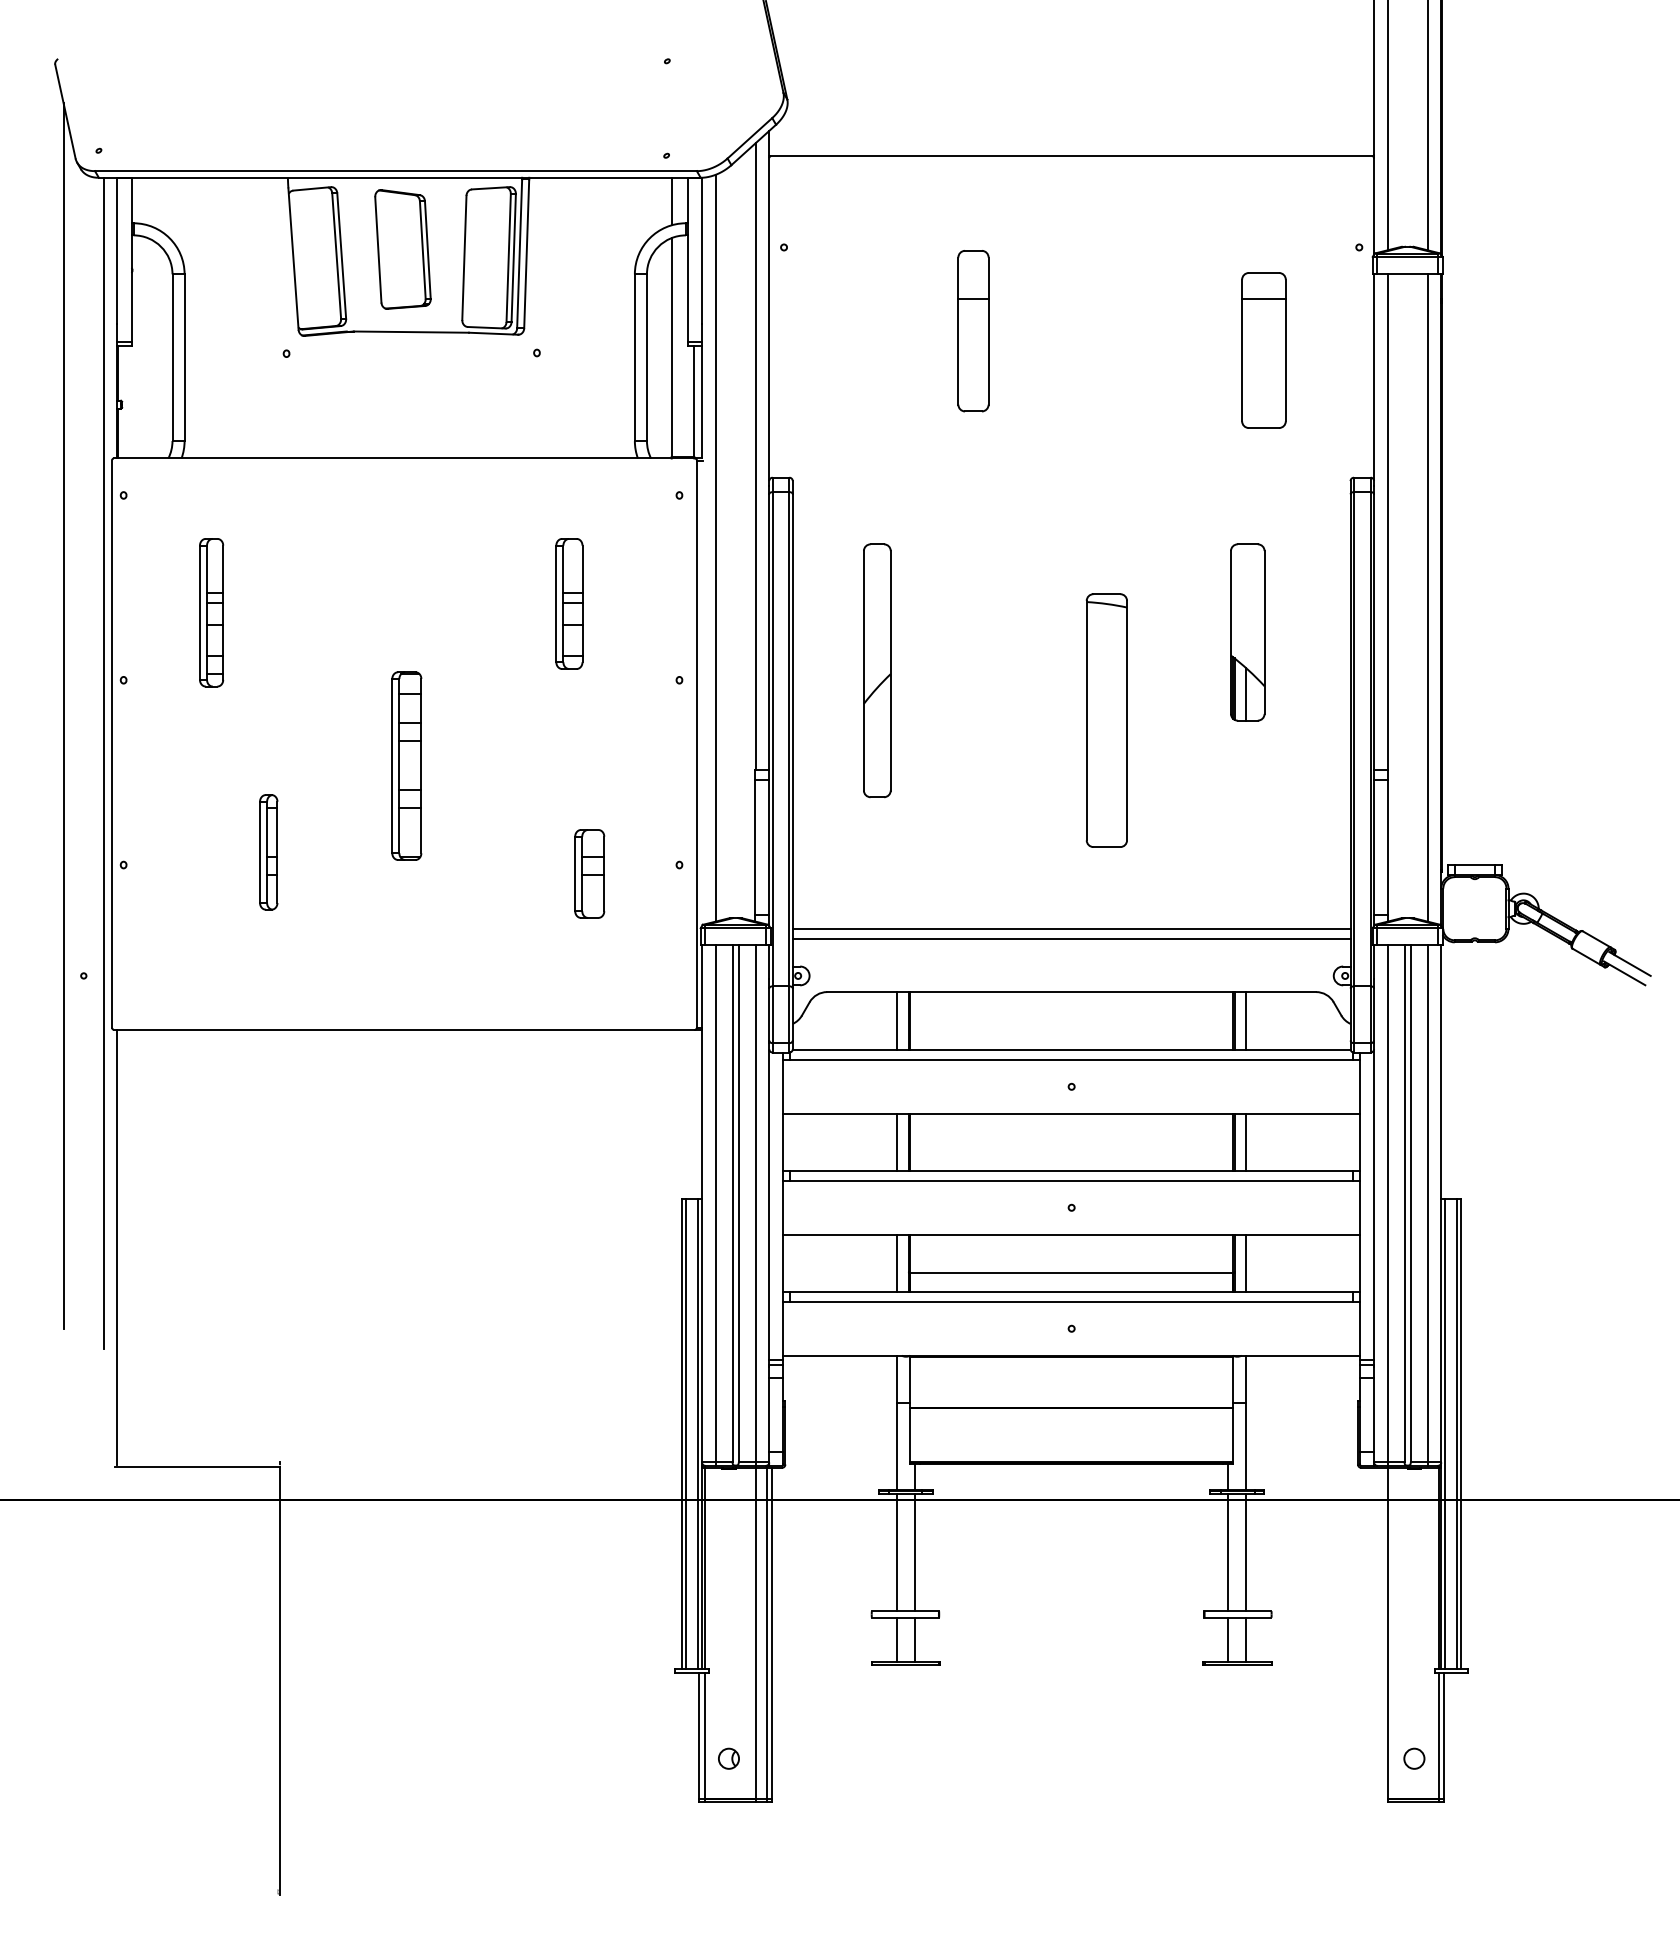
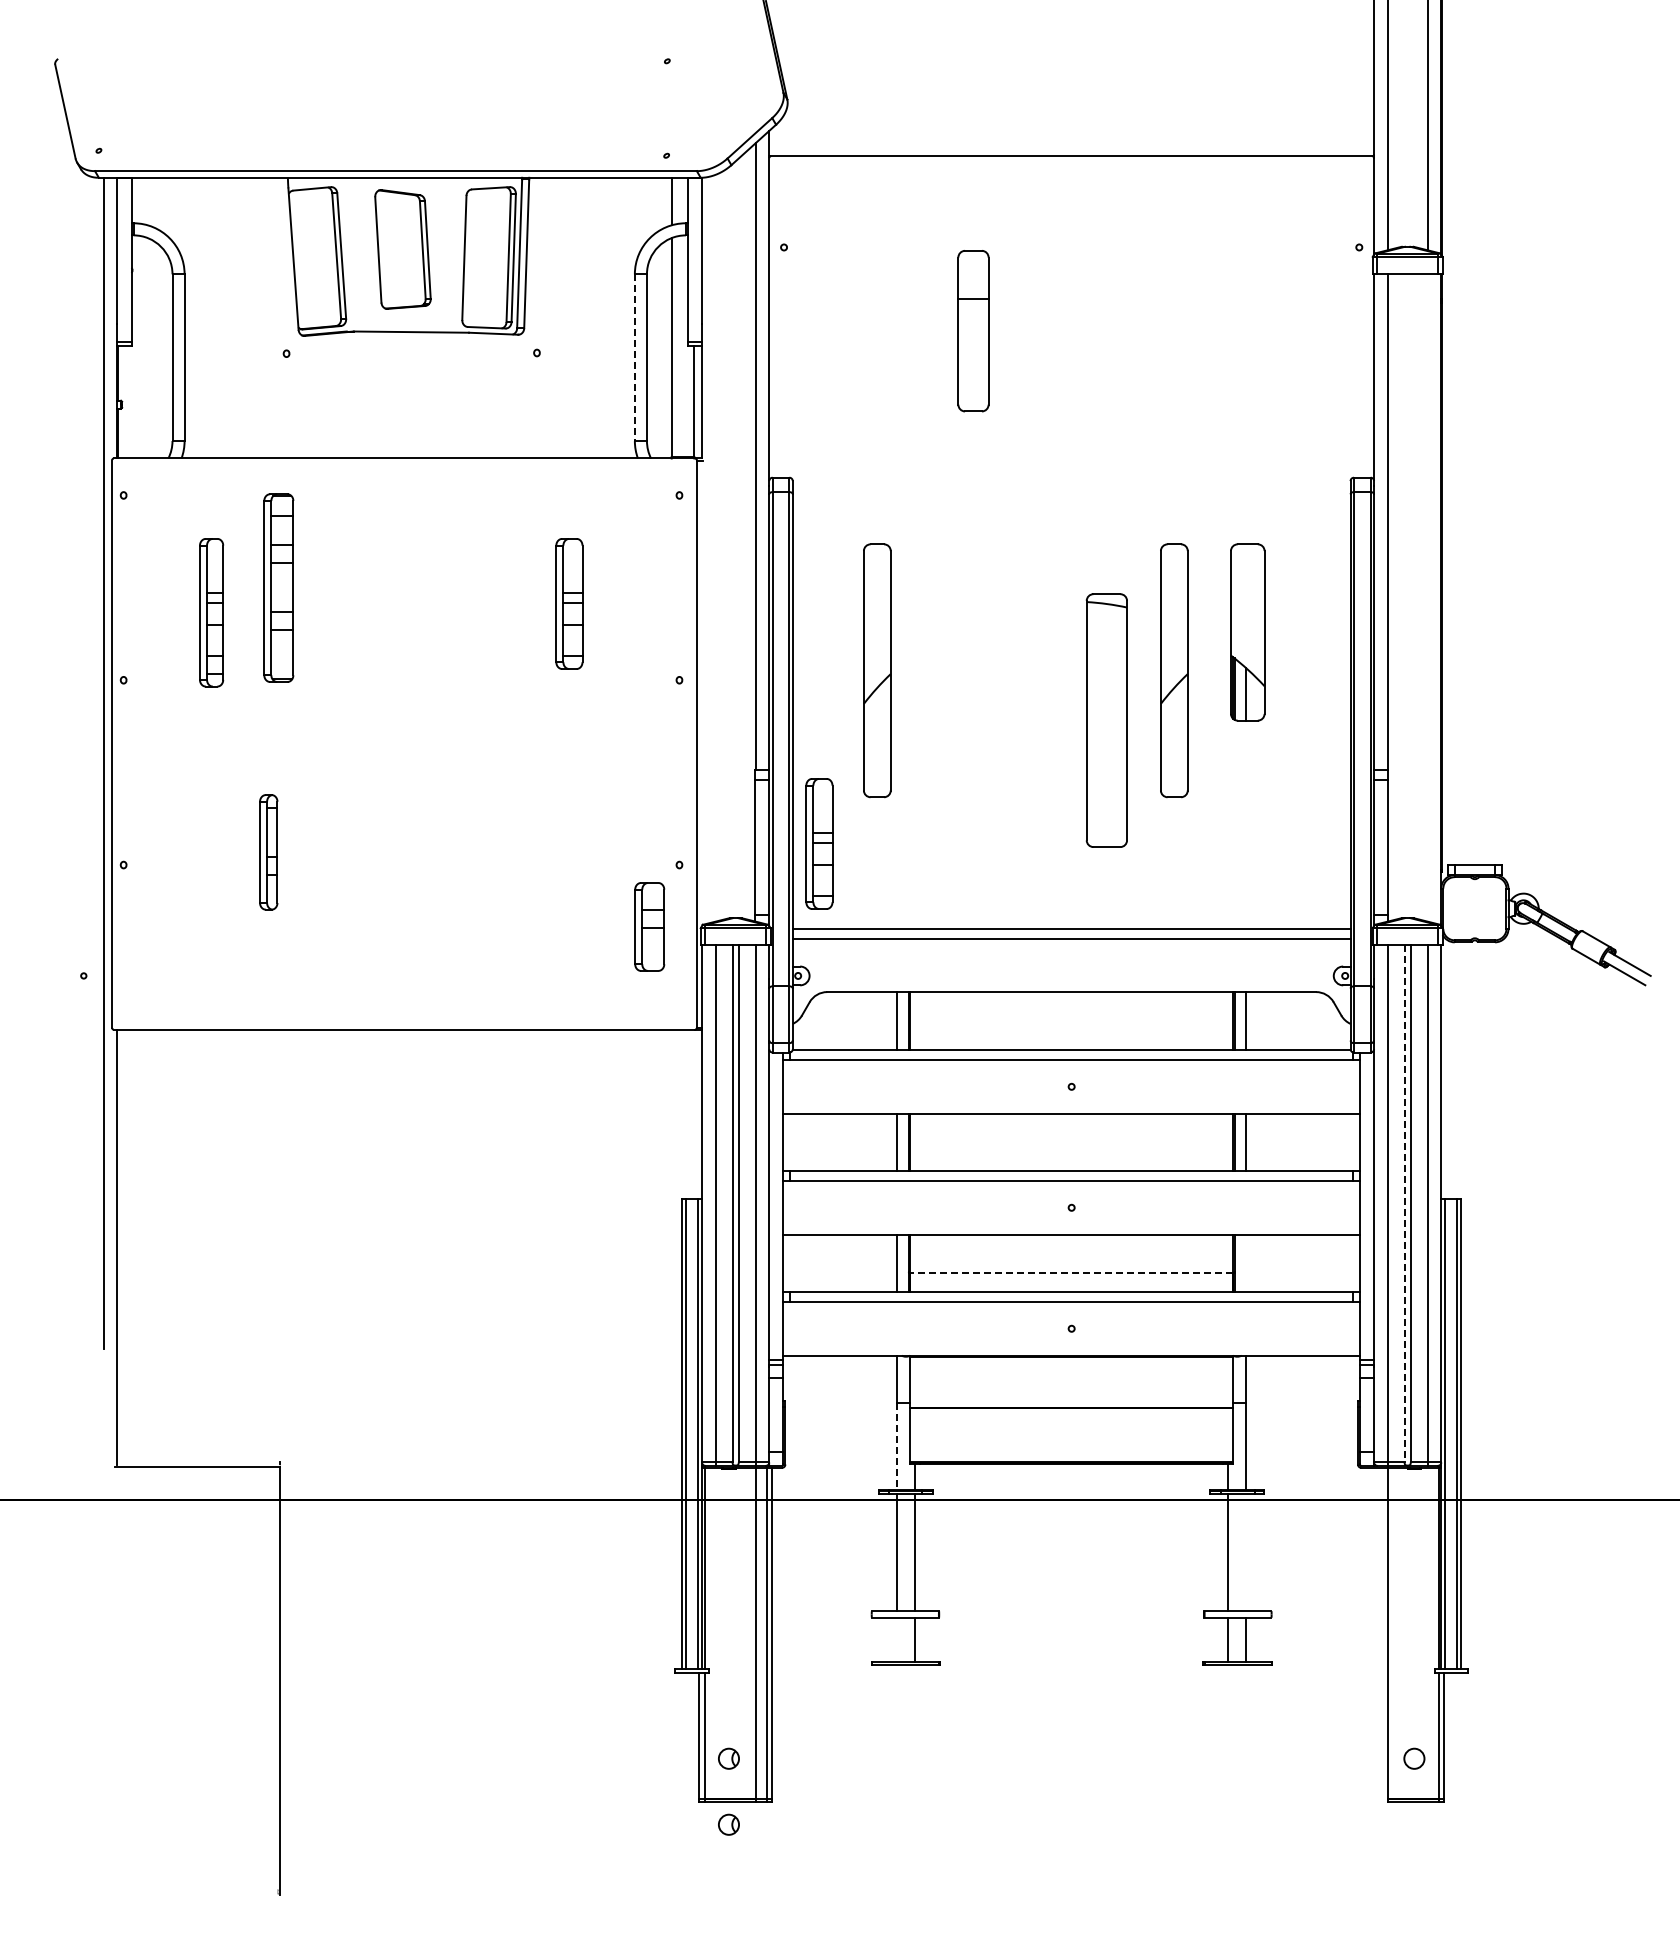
part at (1263, 350): present -> none
line at (634, 358): solid -> dashed
line at (715, 547): present -> none
line at (1427, 597): present -> none
part at (1174, 670): none -> present
line at (63, 715): present -> none
part at (406, 765) position: (406, 765) -> (278, 587)
part at (819, 843): none -> present
part at (589, 873) position: (589, 873) -> (649, 926)
line at (1404, 1203): solid -> dashed
line at (1246, 1262): present -> none
line at (1071, 1273): solid -> dashed
line at (896, 1446): solid -> dashed
line at (1246, 1552): present -> none
line at (896, 1639): present -> none
part at (728, 1824): none -> present
